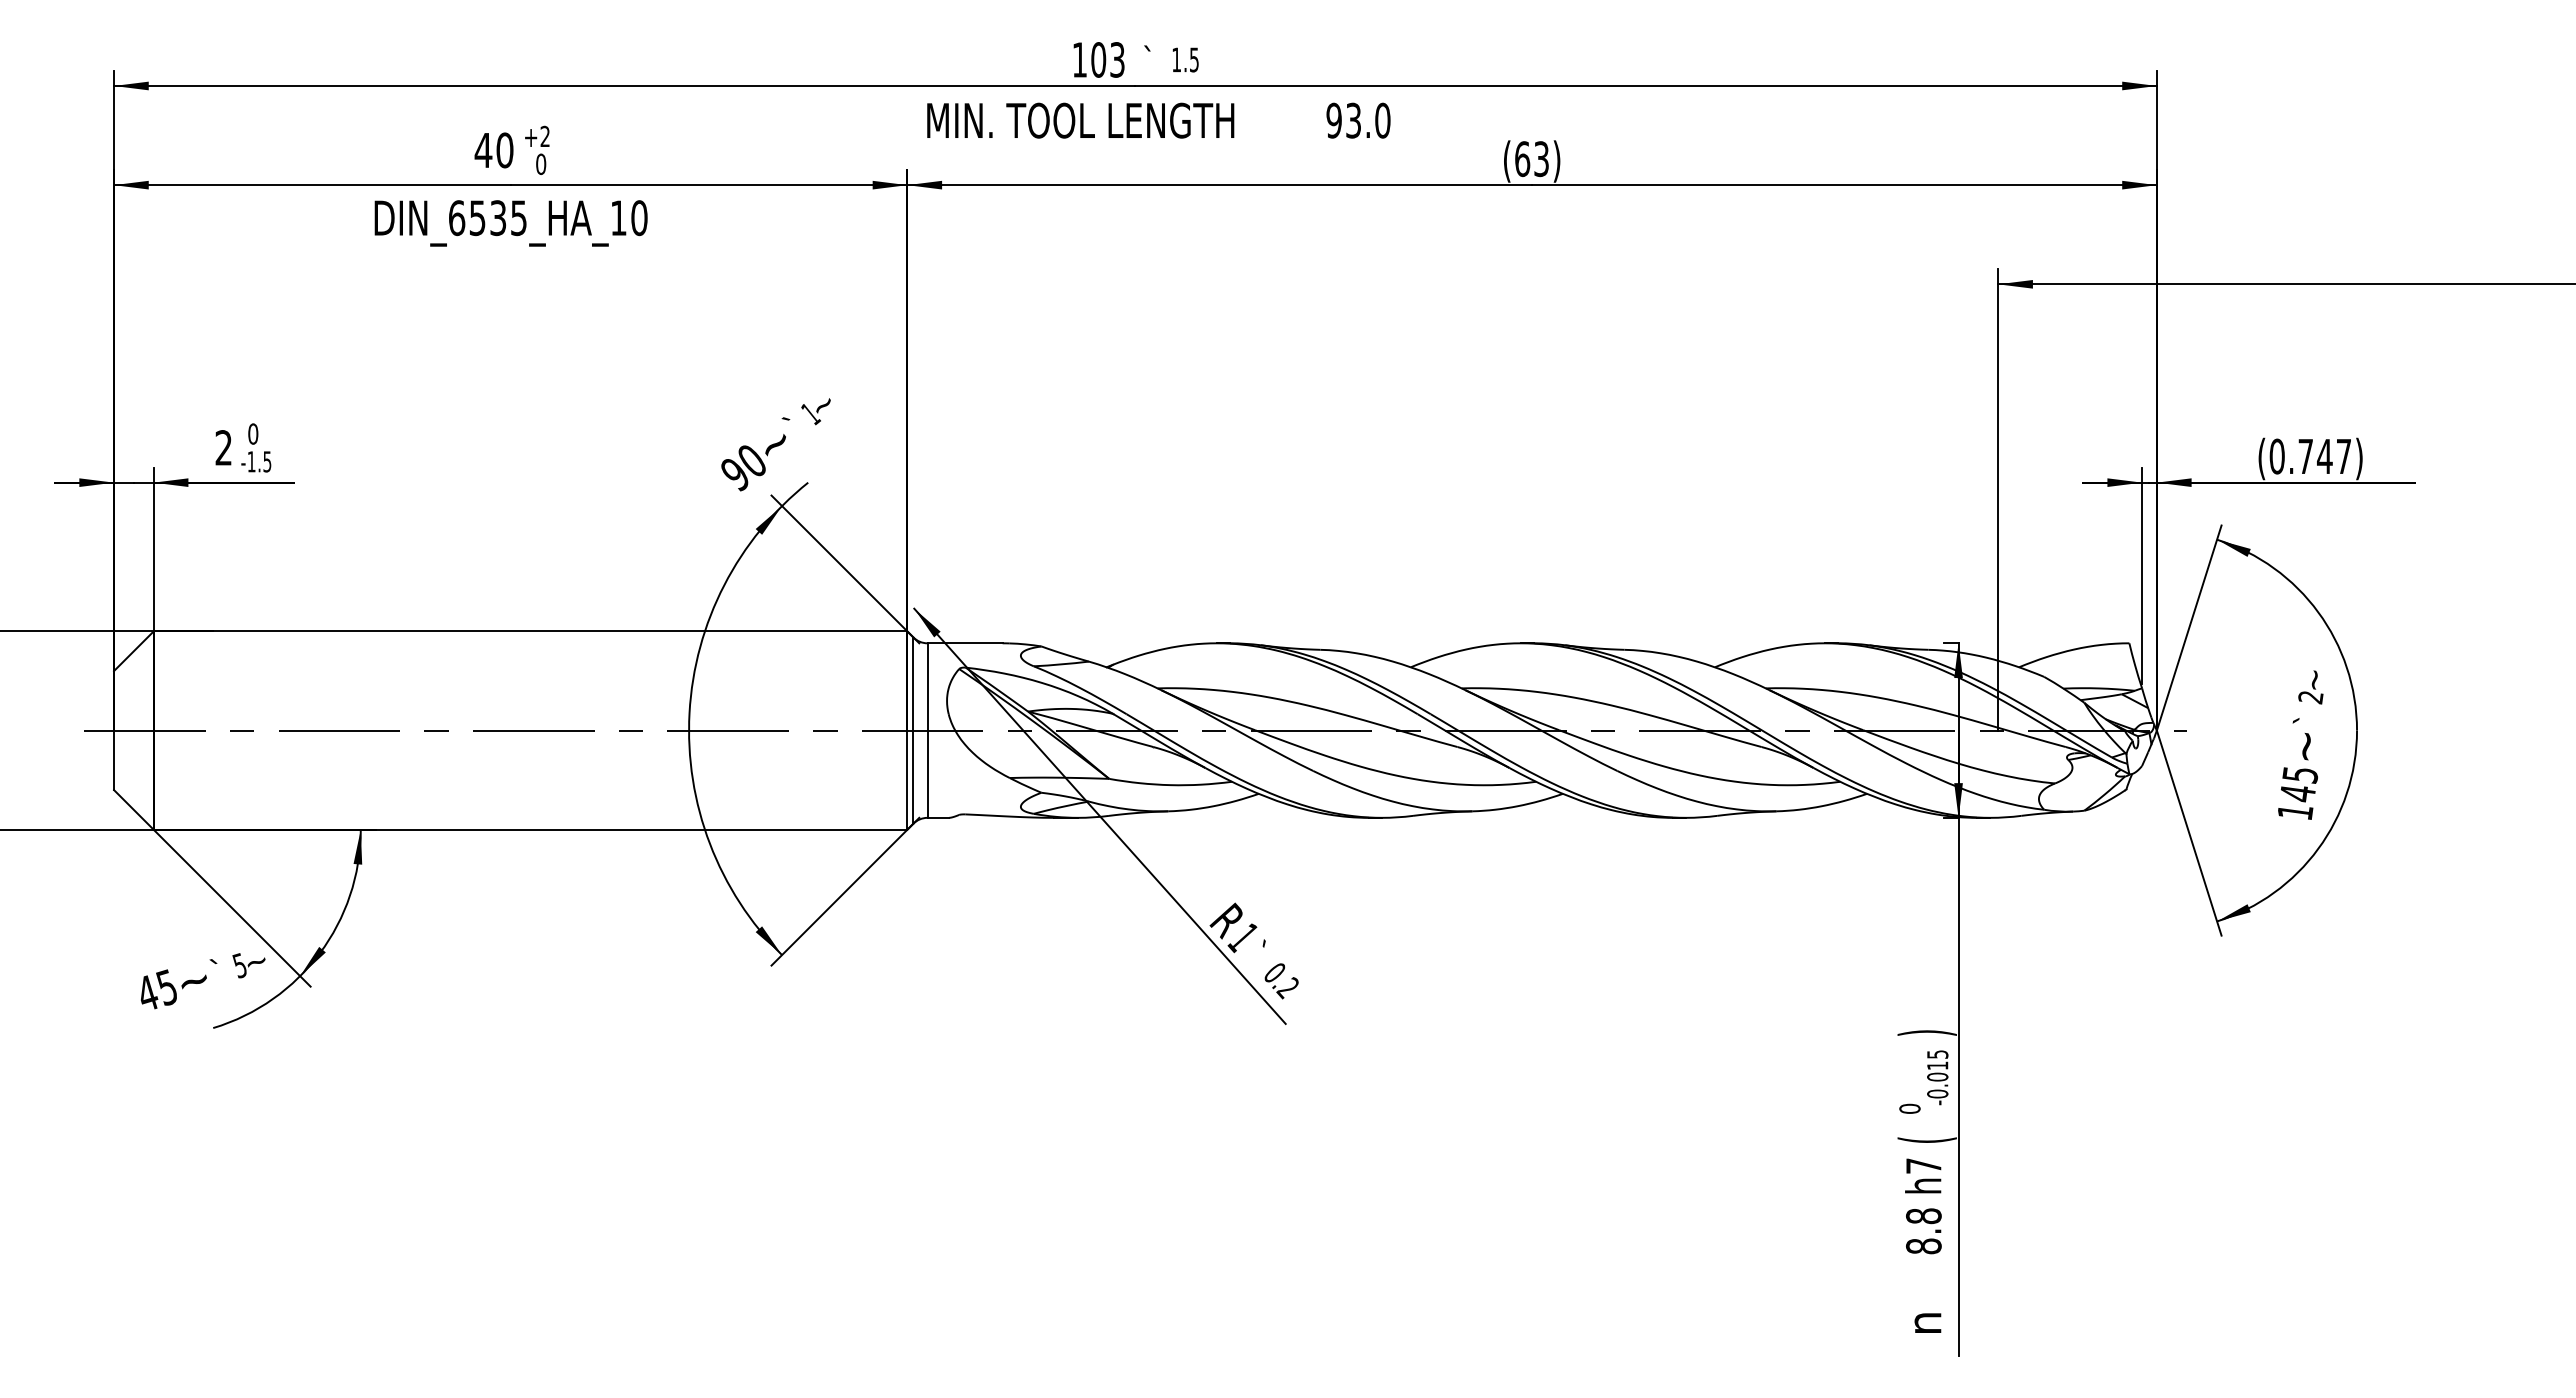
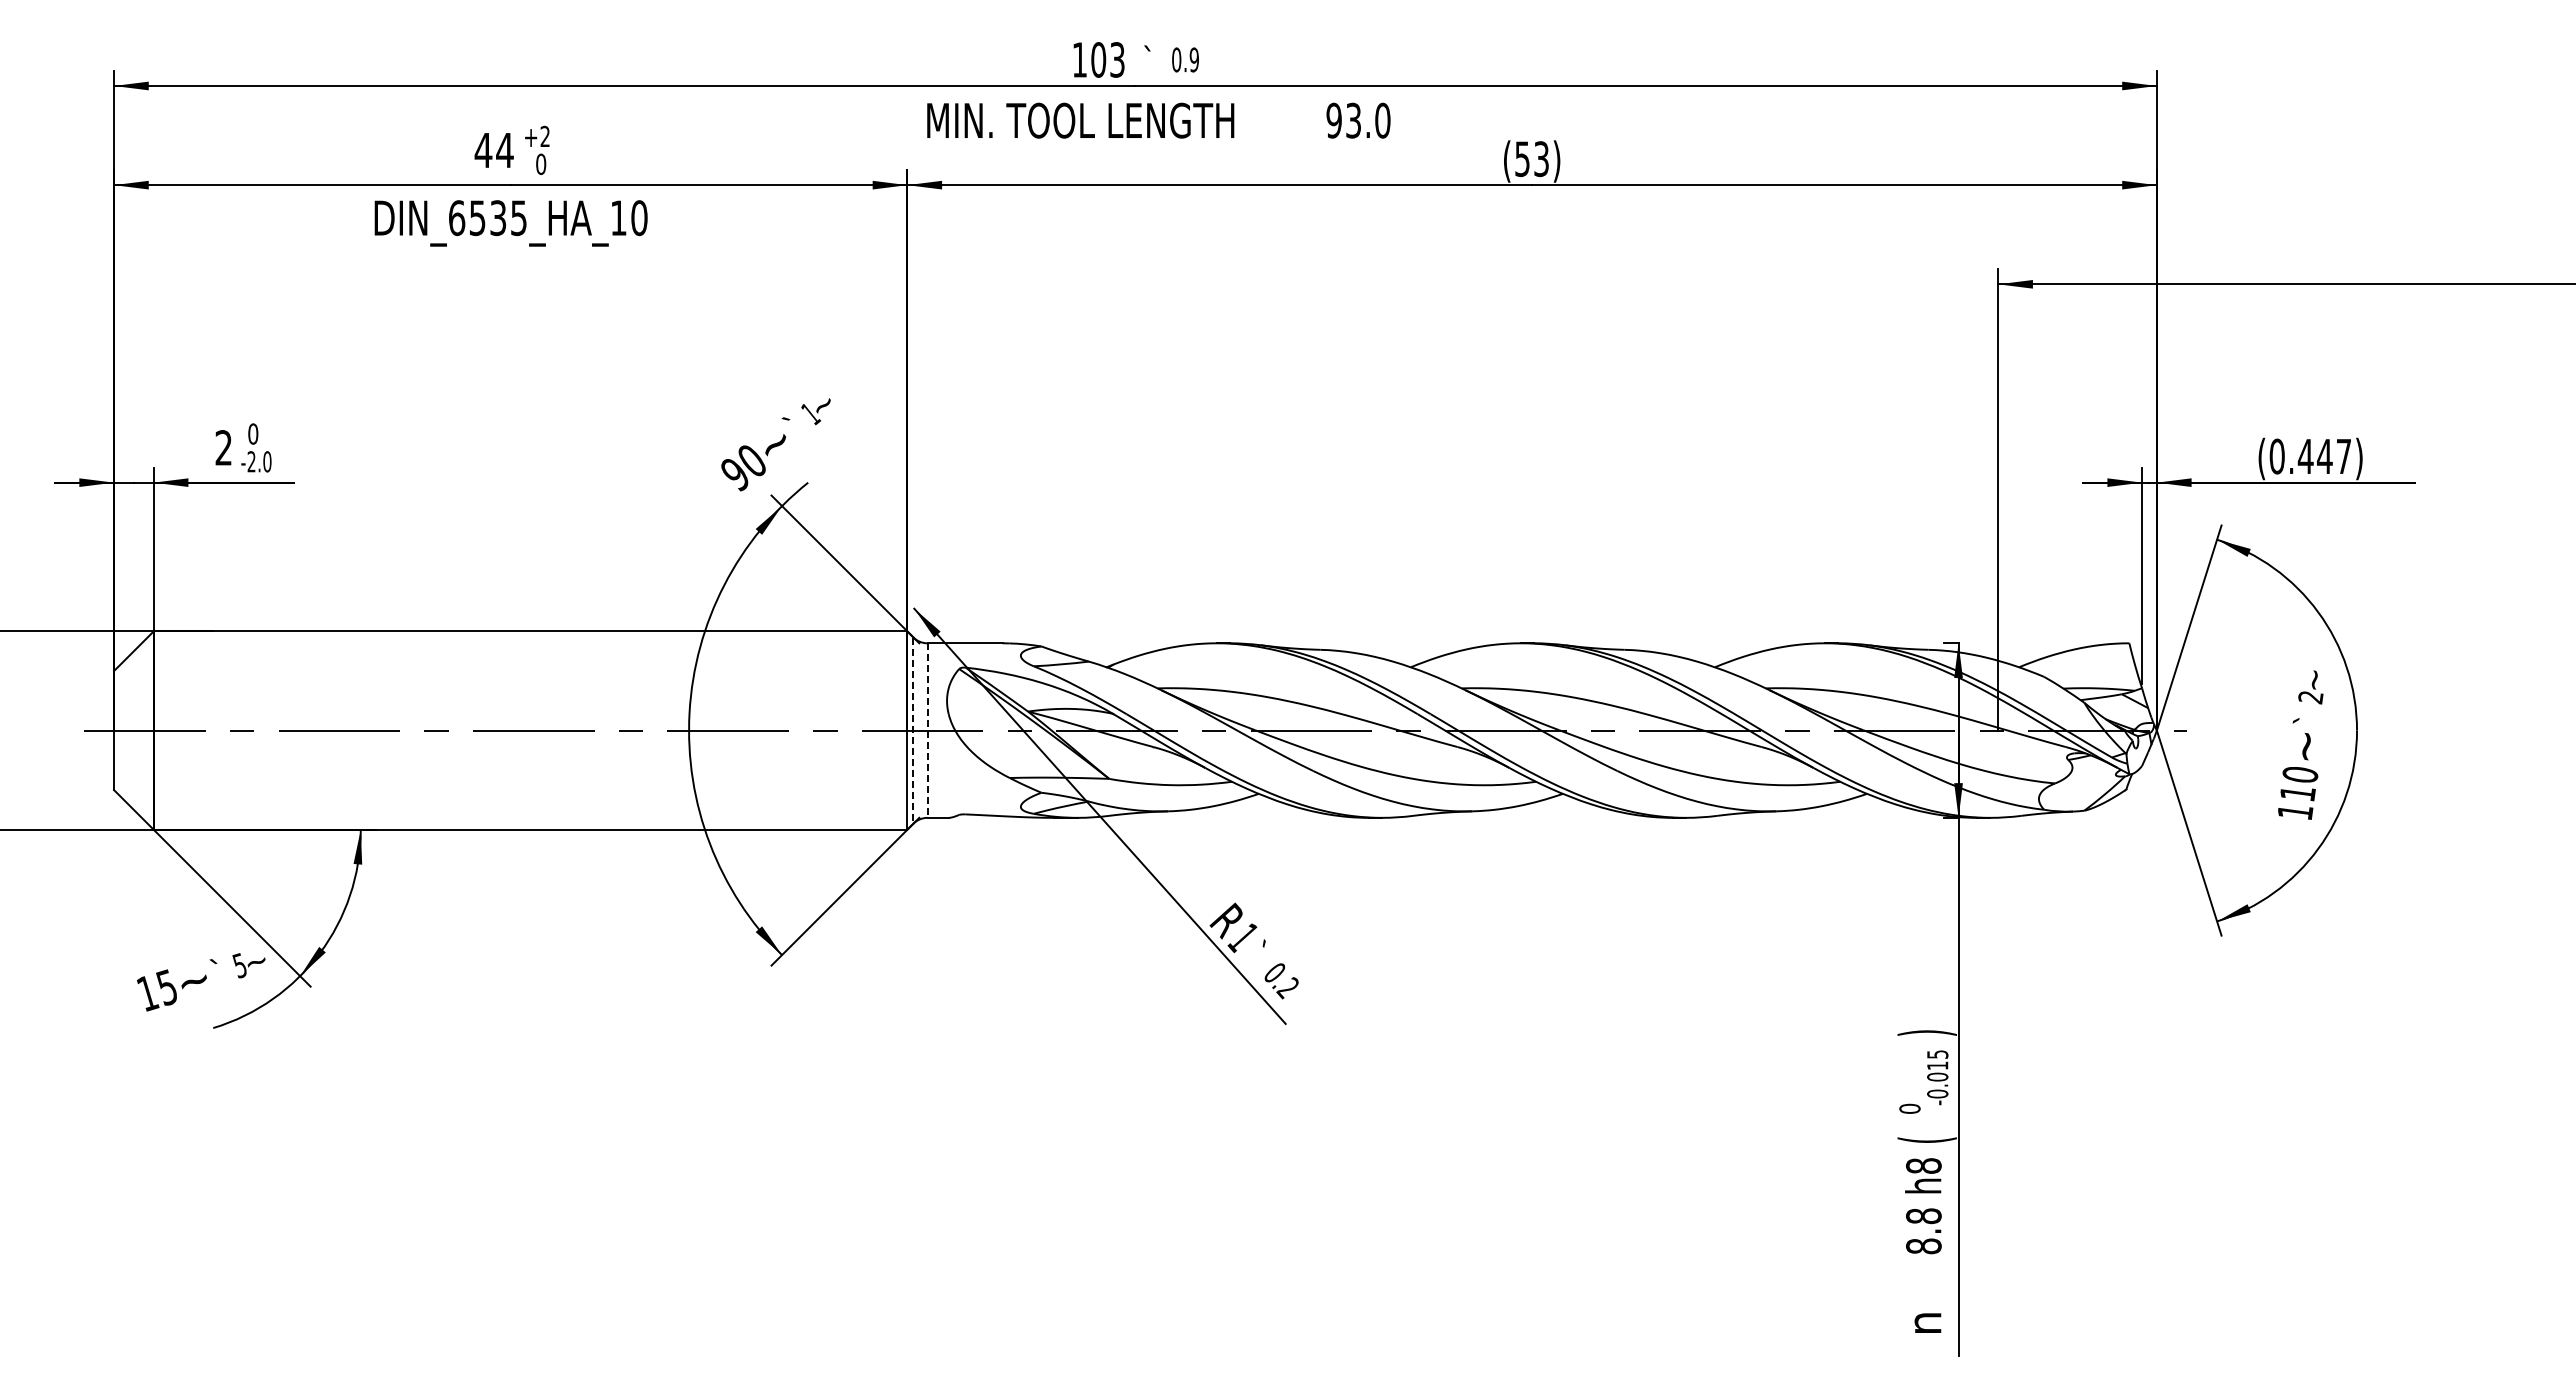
text at (1185, 59): 1.5 -> 0.9
text at (504, 150): 40 -> 44
text at (1522, 159): (63) -> (53)
text at (2305, 456): (0.747) -> (0.447)
text at (259, 461): -1.5 -> -2.0
line at (913, 731): solid -> dashed
line at (927, 731): solid -> dashed
text at (2299, 784): 145 -> 110
text at (148, 993): 45 -> 15
text at (1923, 1165): h7 -> h8
